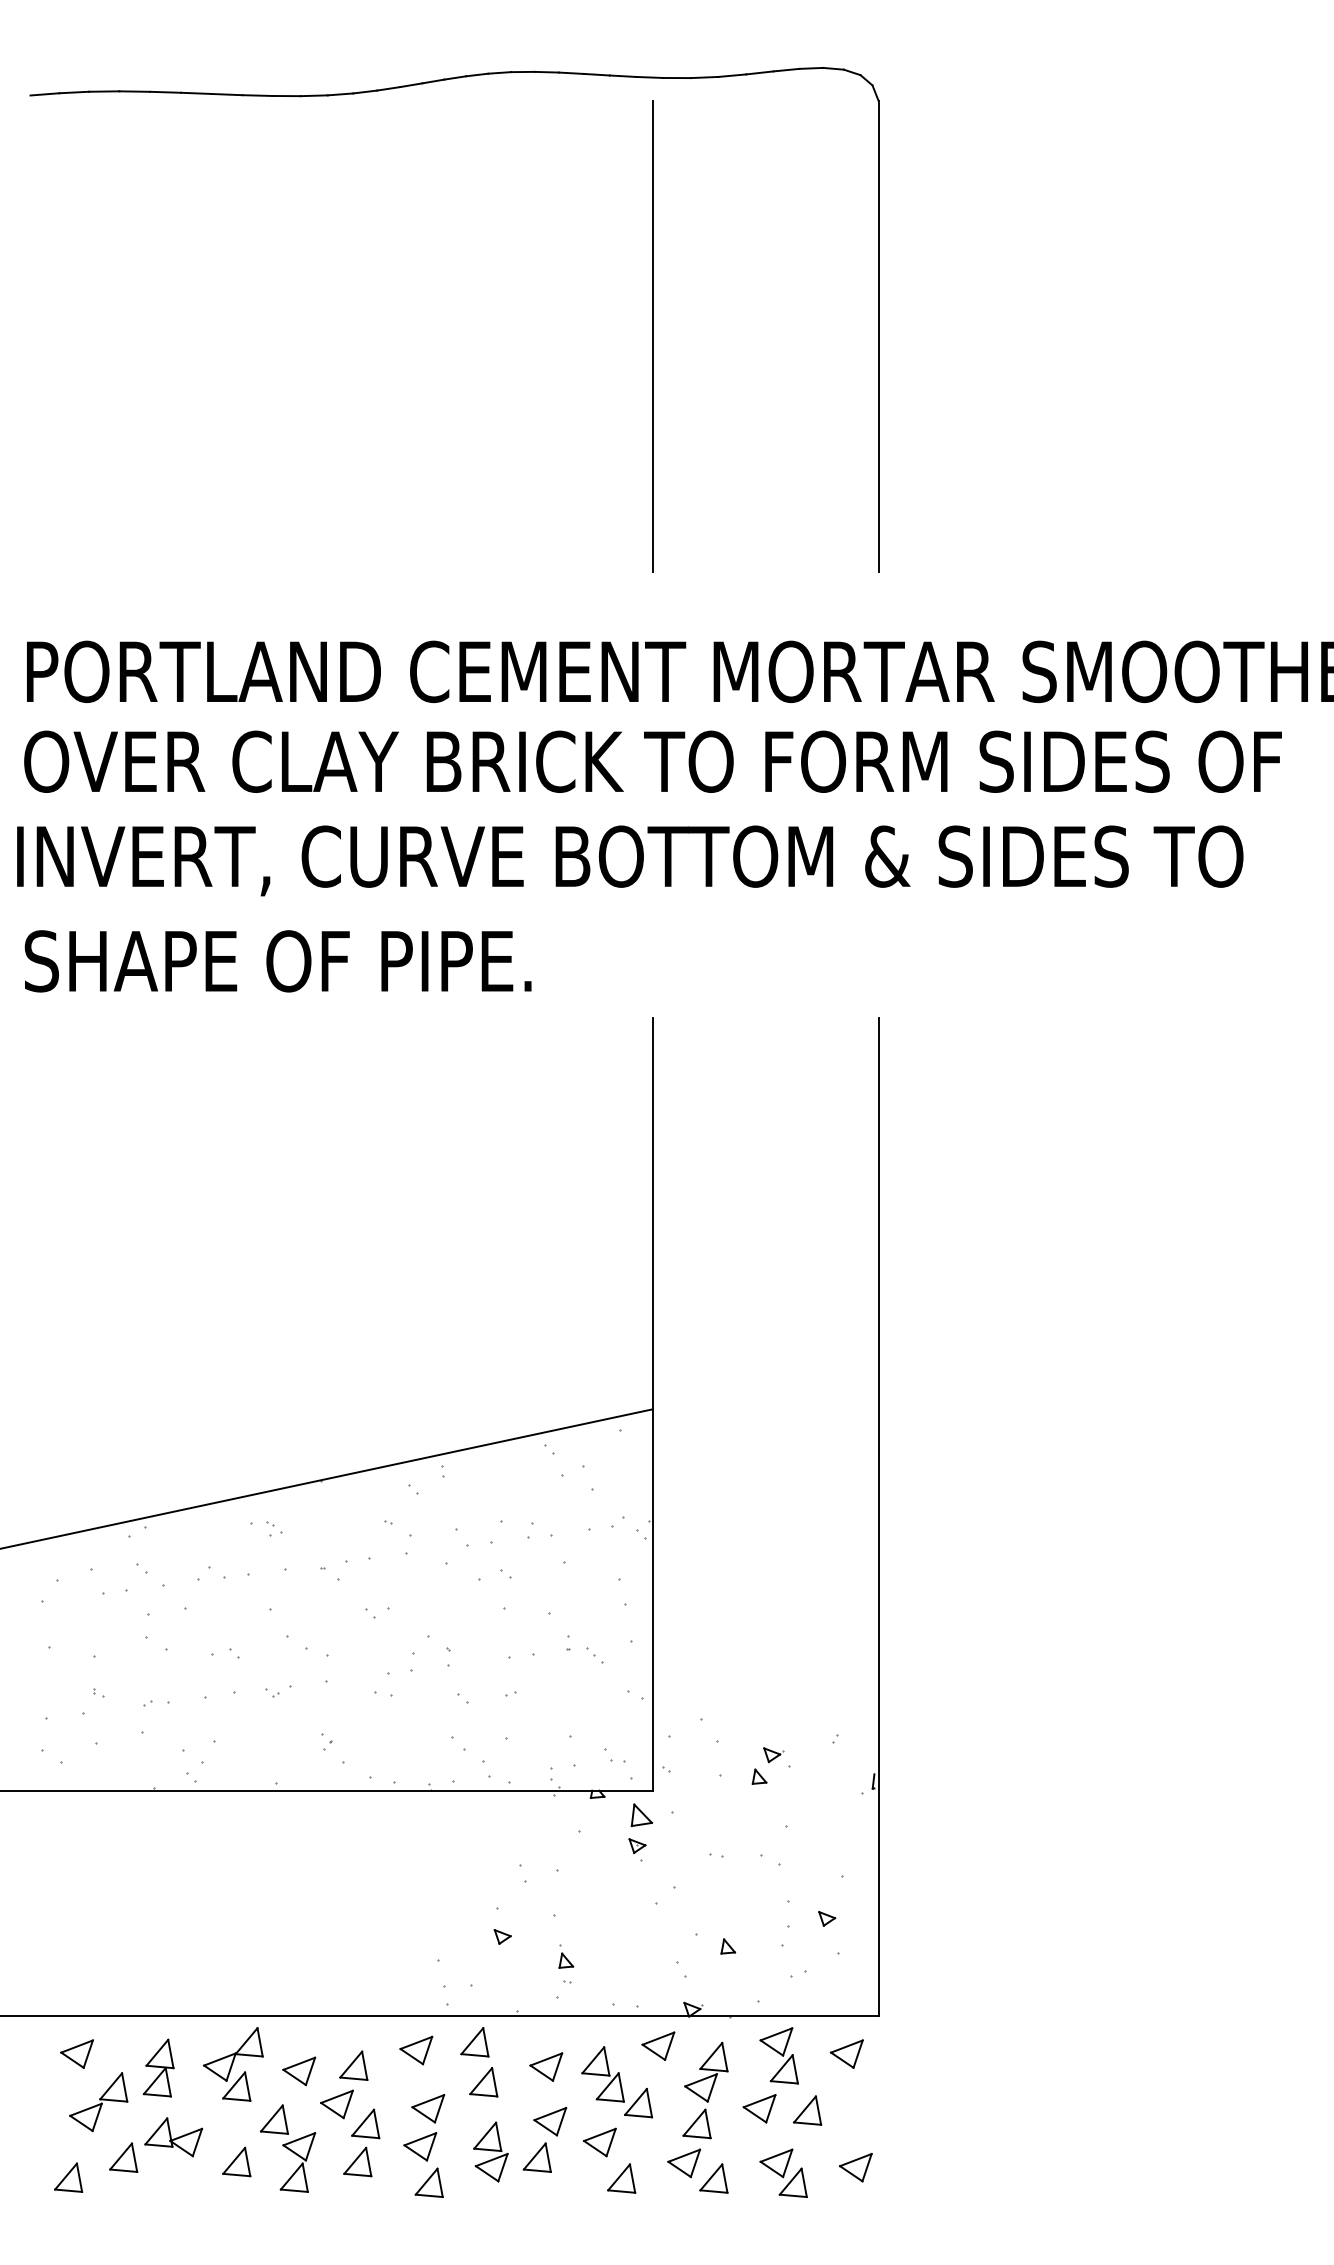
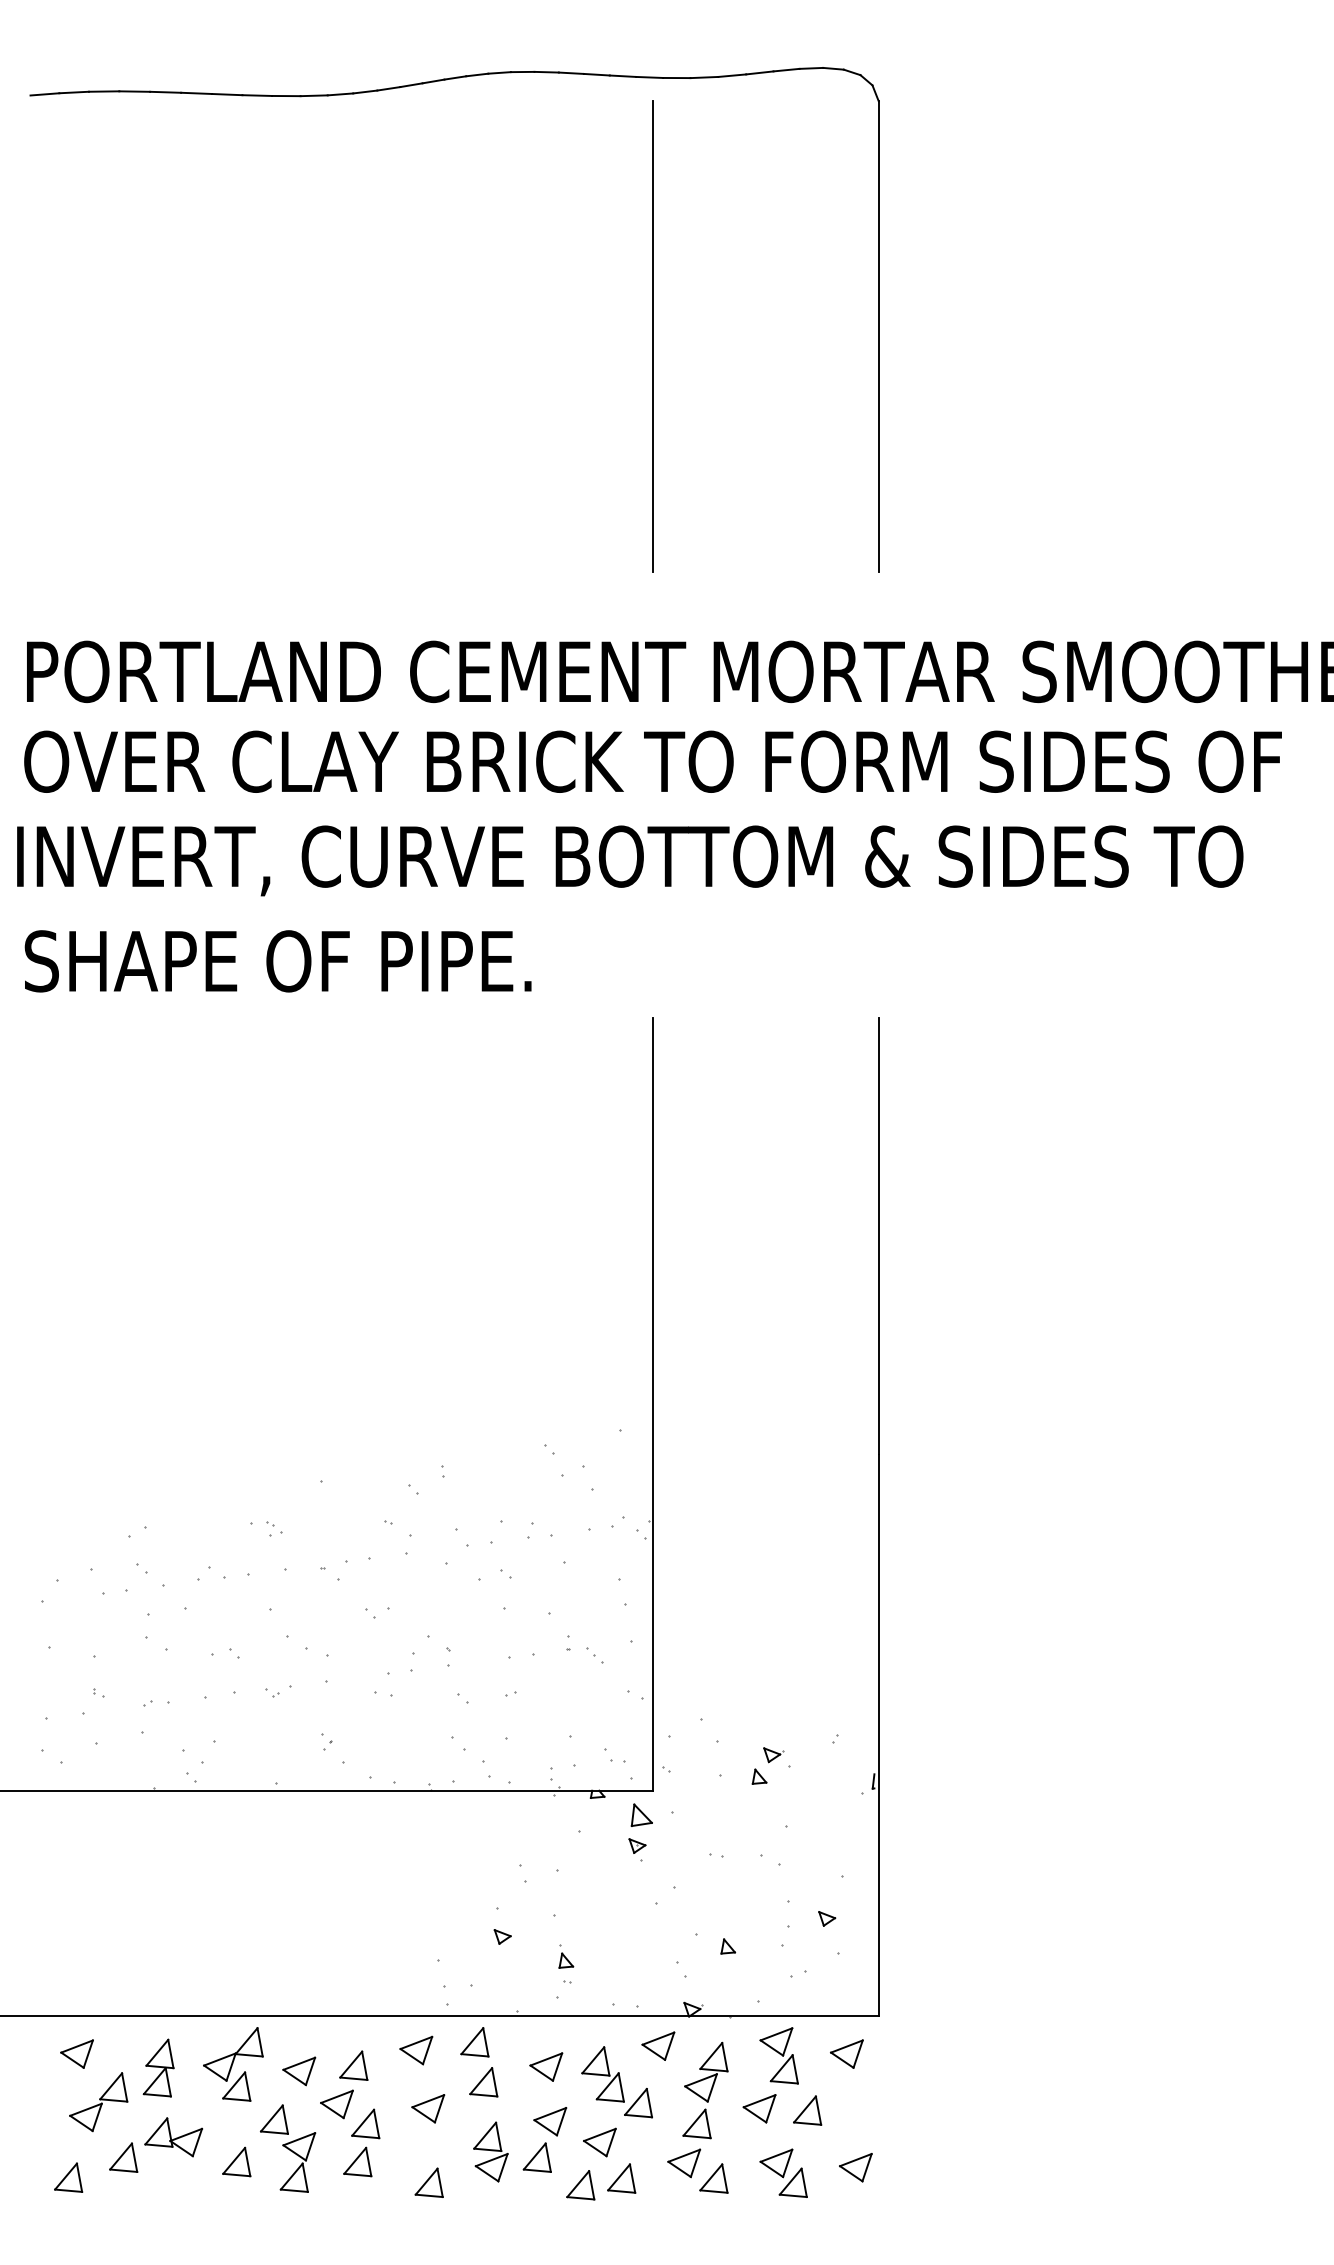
line at (326, 1478): present -> none
part at (420, 2146): present -> none
part at (580, 2185): none -> present
